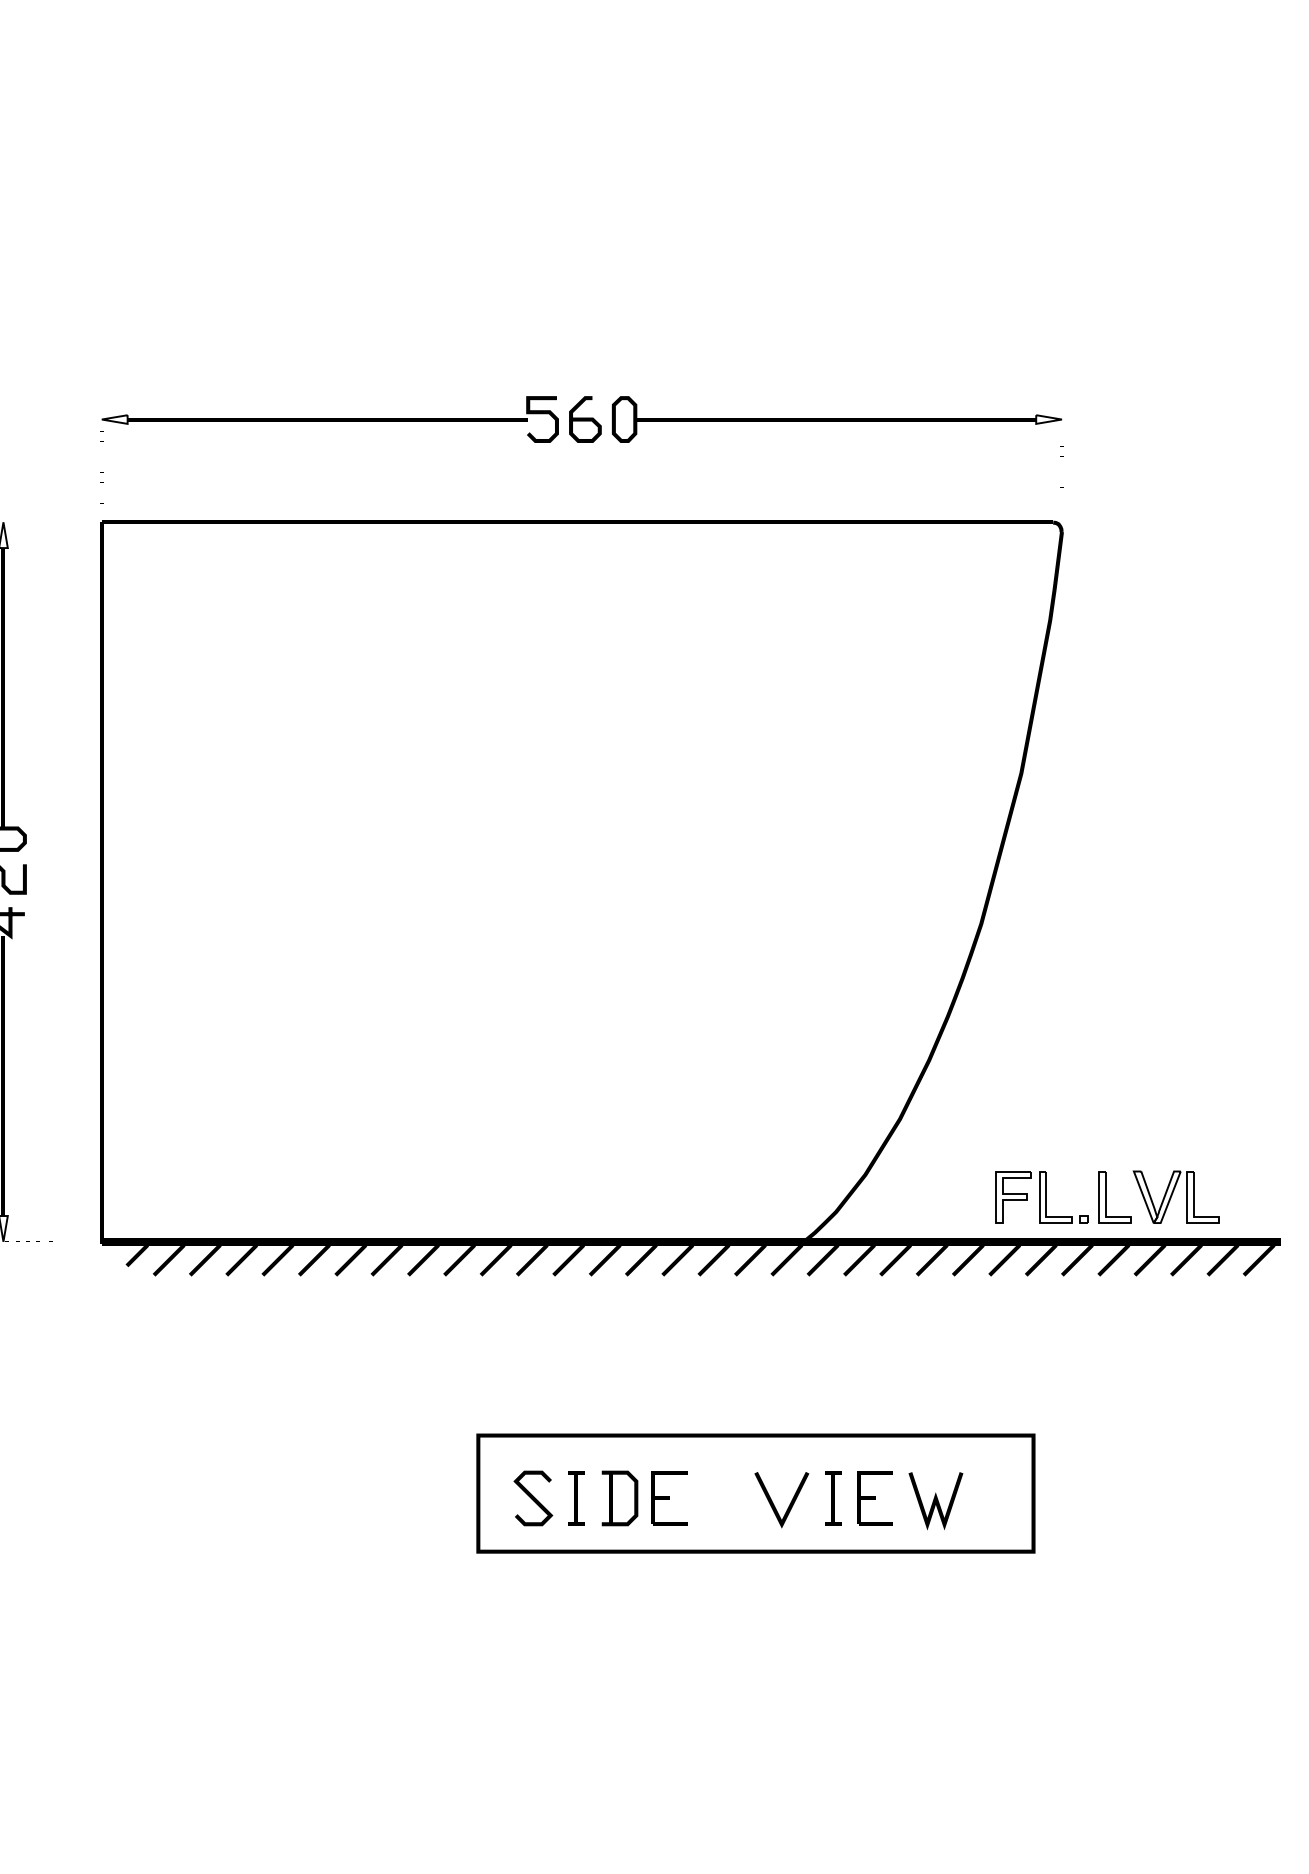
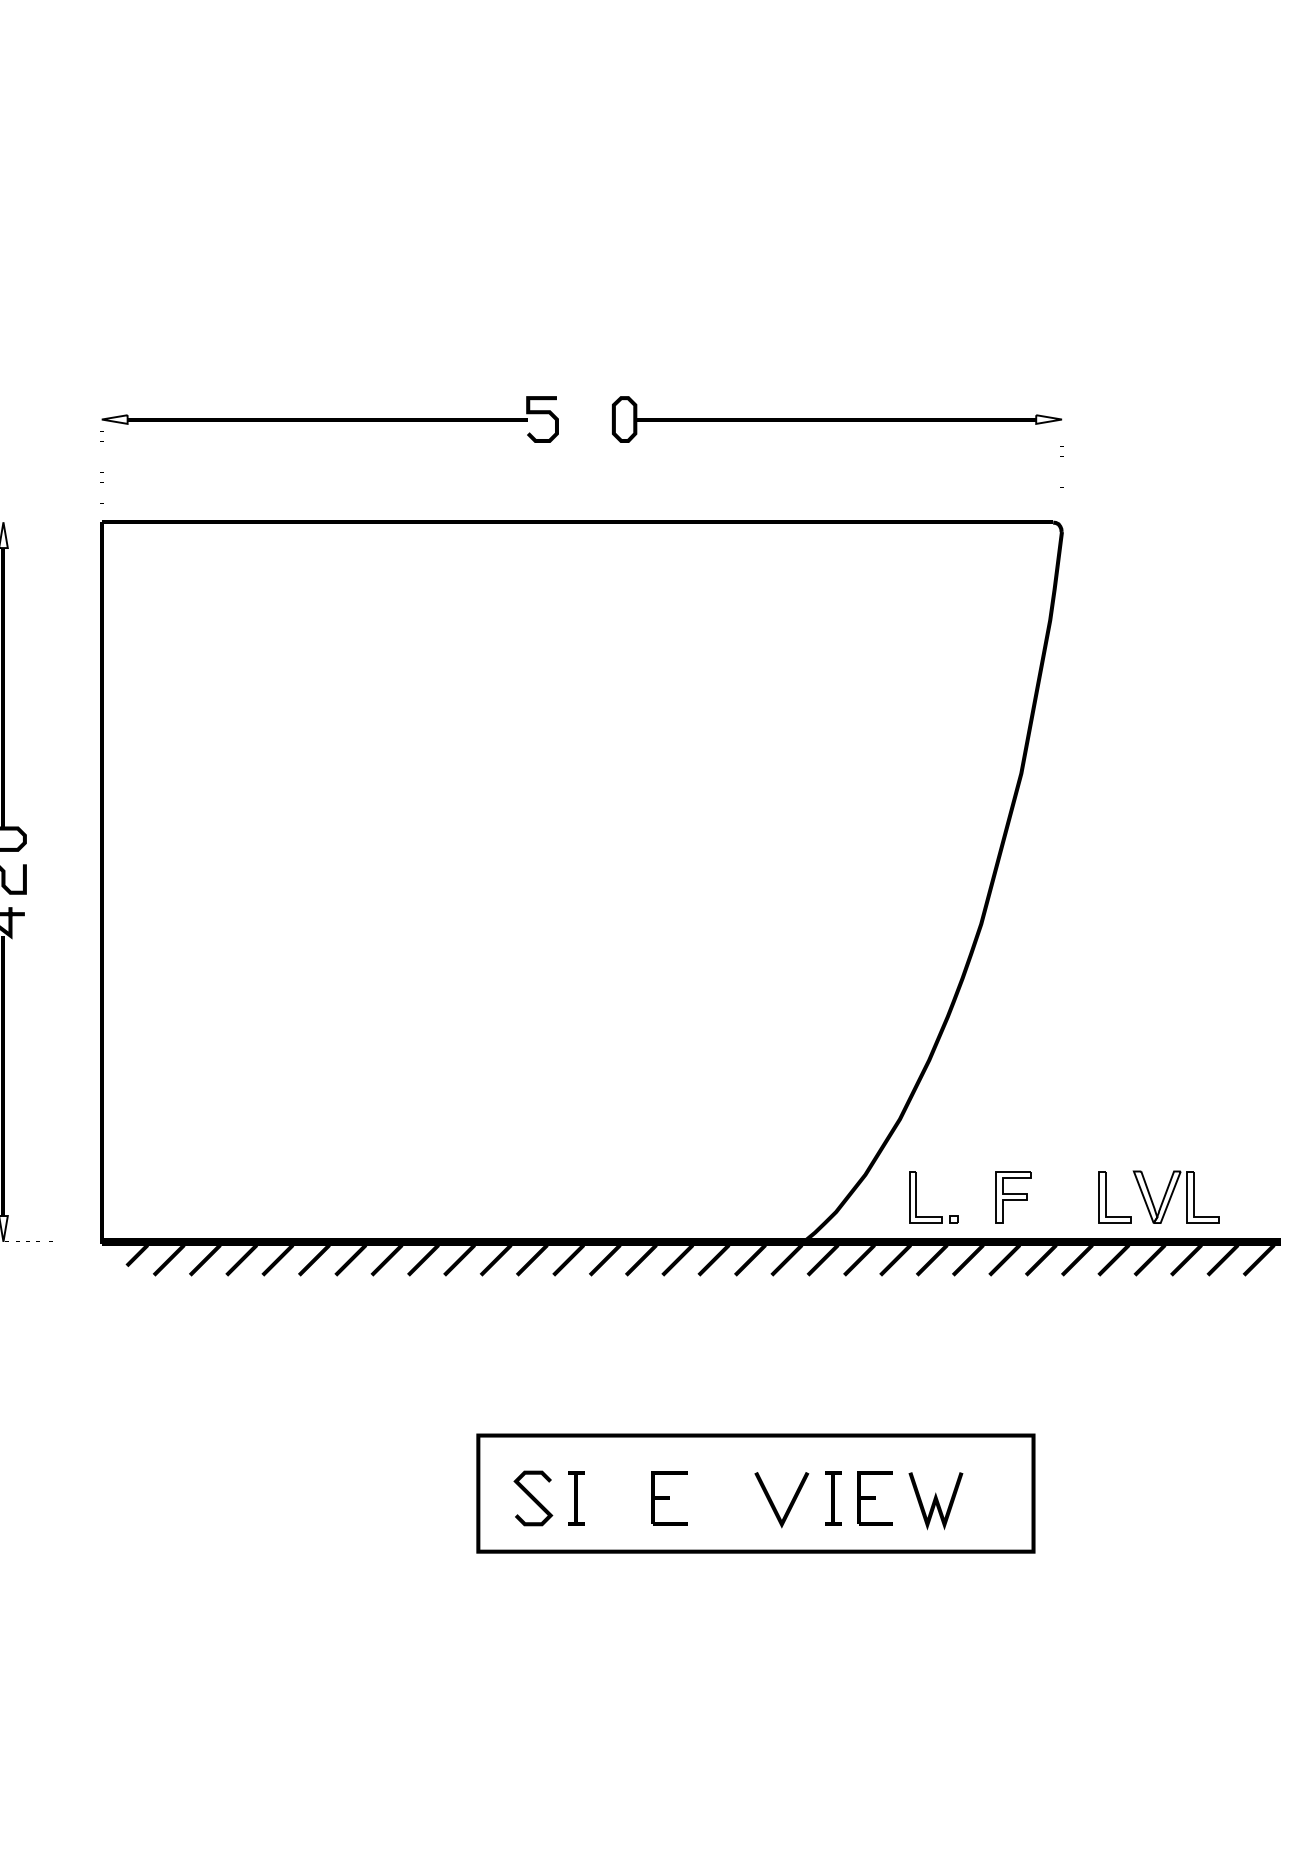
curve at (585, 419): present -> none
part at (1046, 1197) position: (1046, 1197) -> (916, 1197)
part at (619, 1498): present -> none
